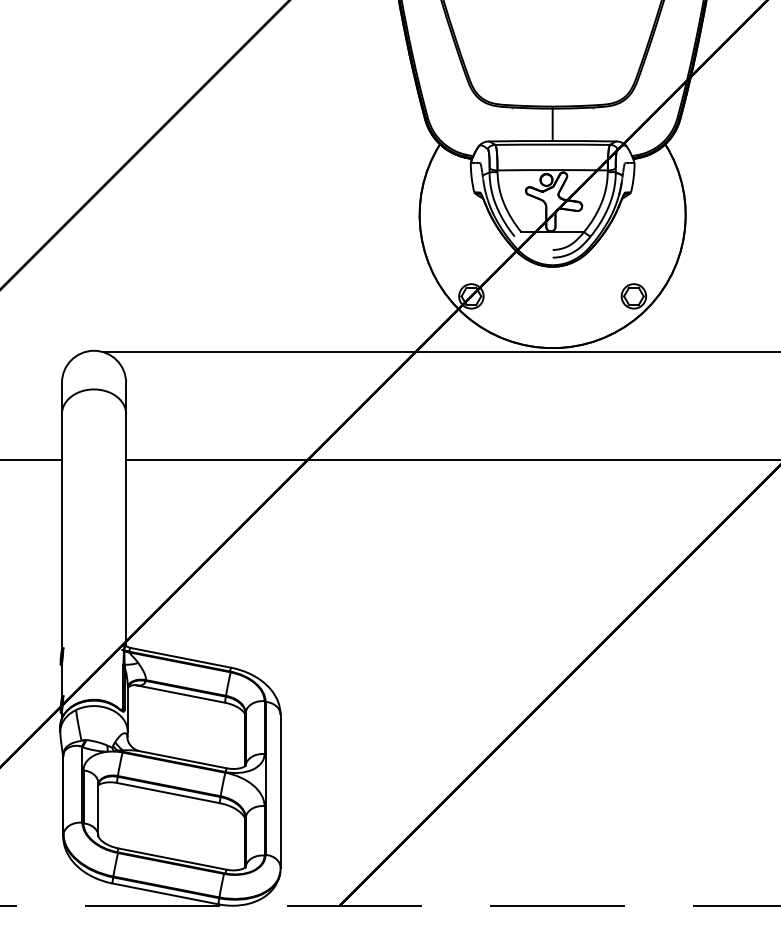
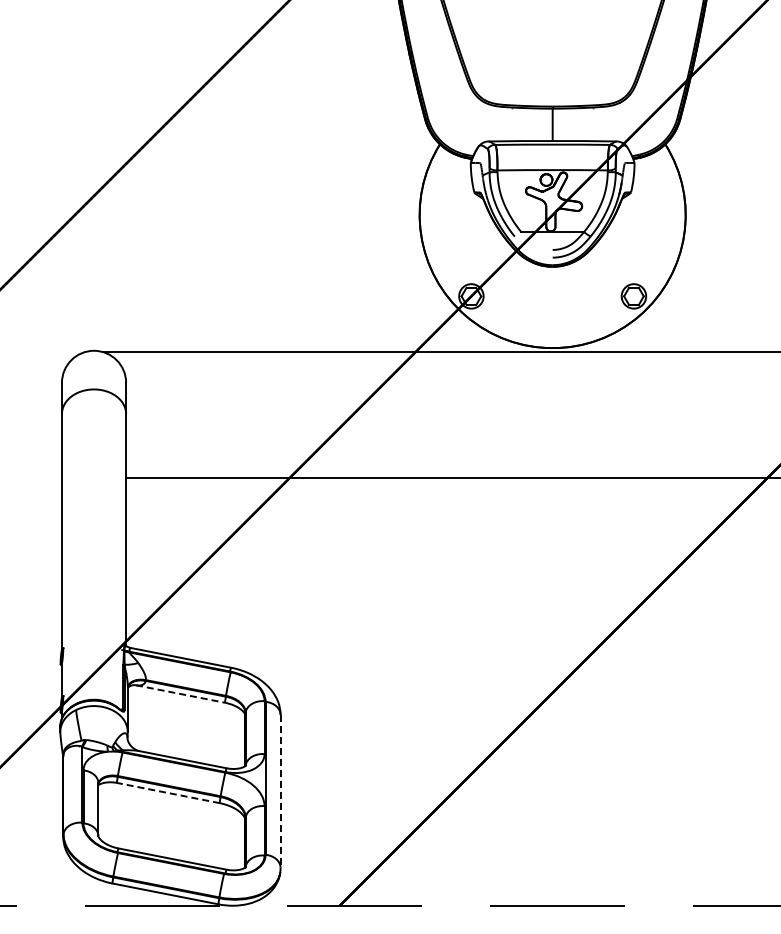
line at (31, 460): present -> none
line at (451, 460) position: (451, 460) -> (451, 478)
line at (181, 694): solid -> dashed
line at (280, 791): solid -> dashed
line at (168, 792): solid -> dashed
